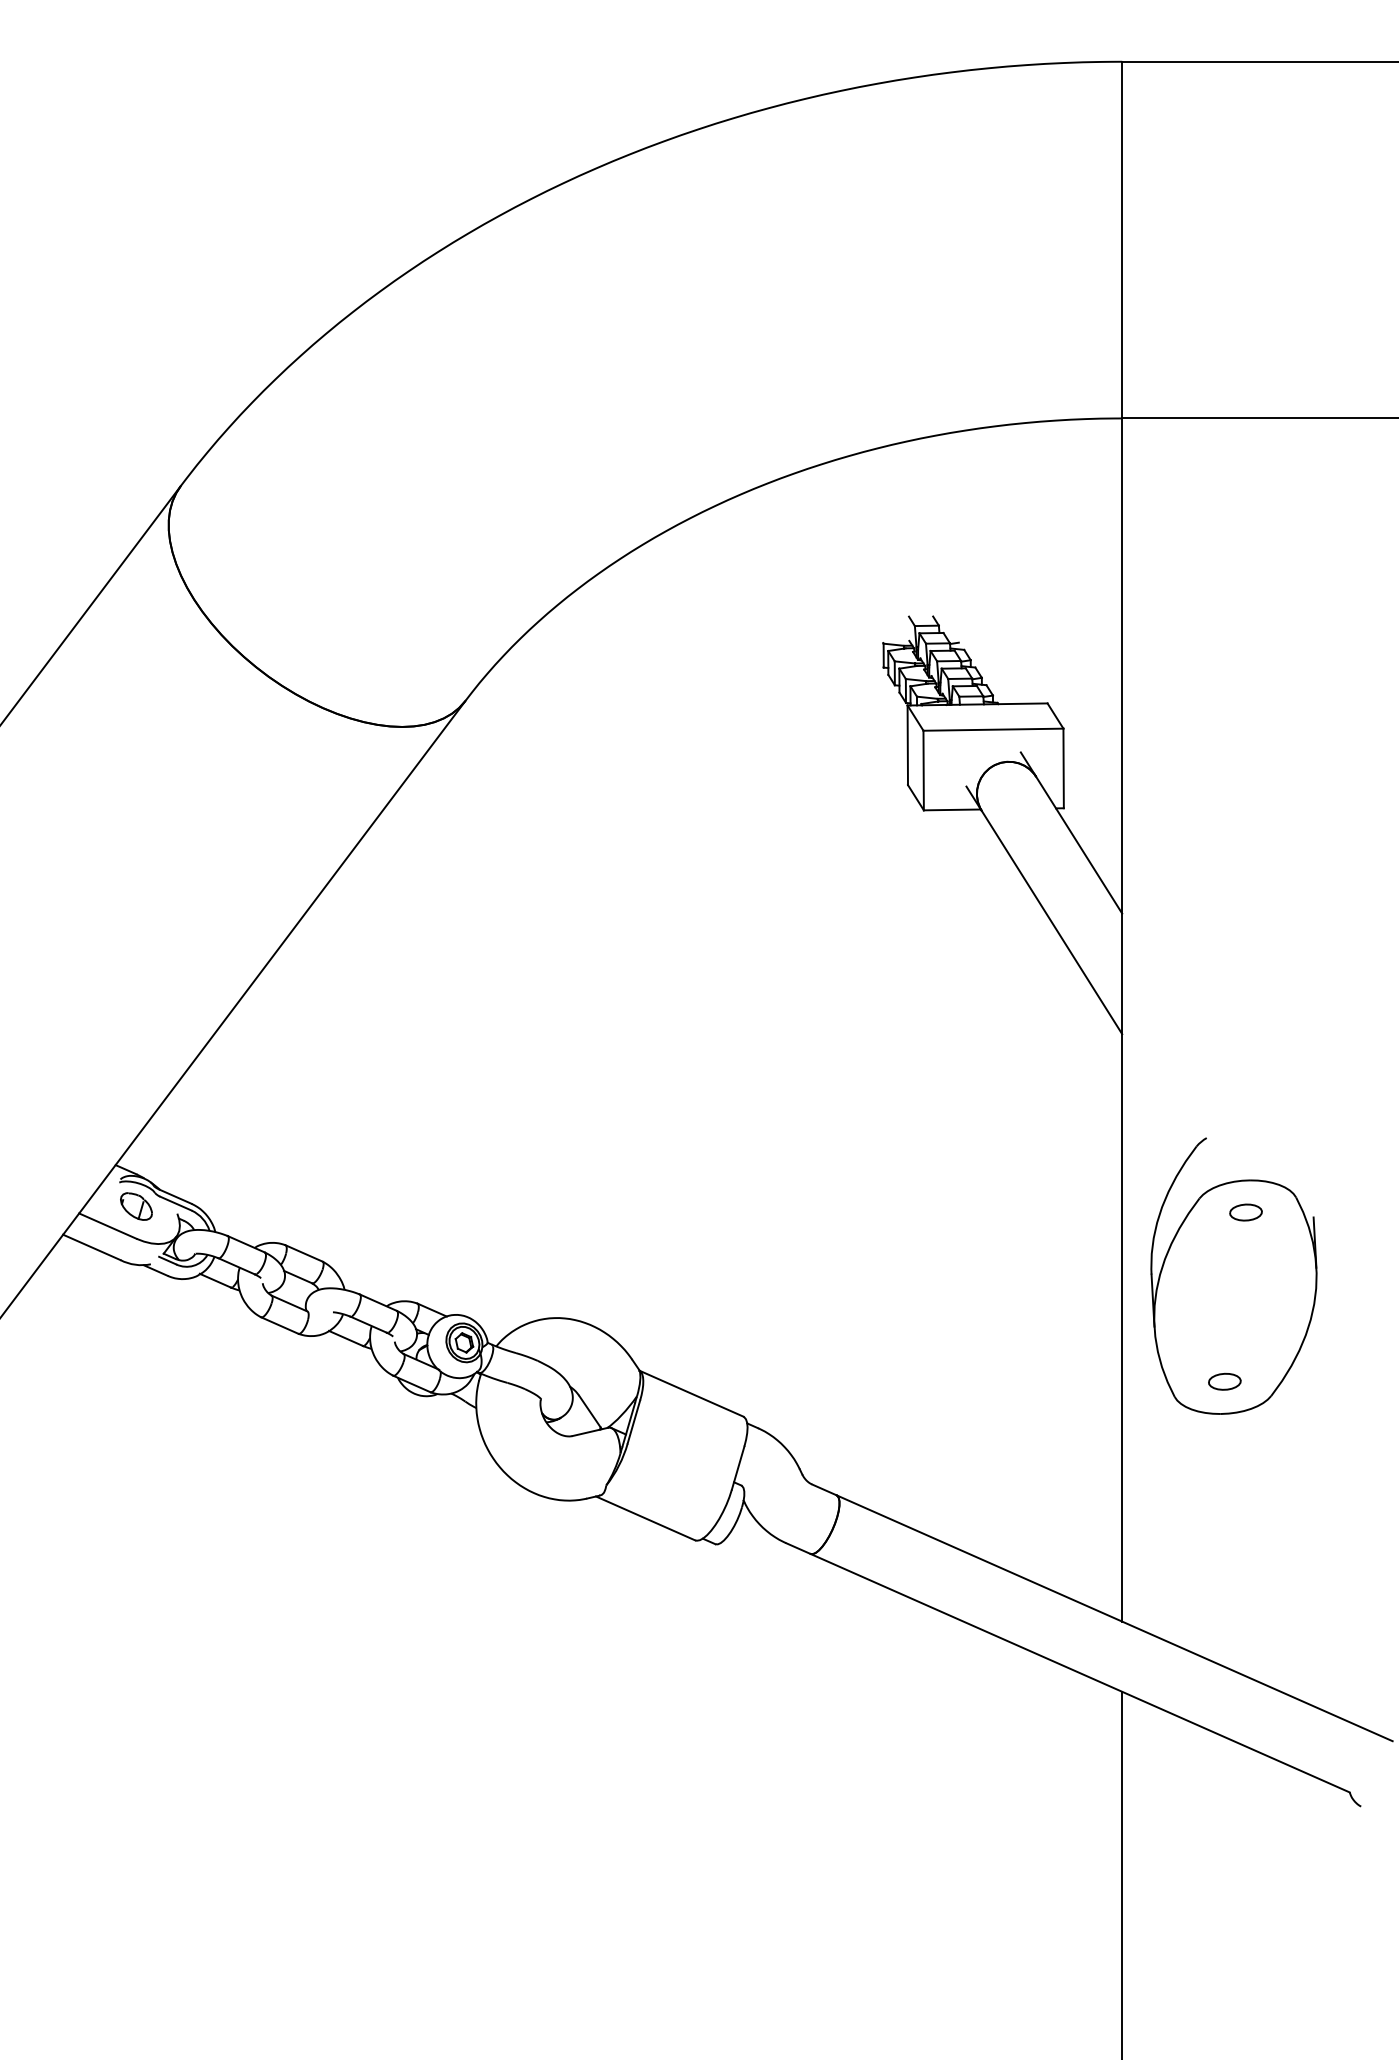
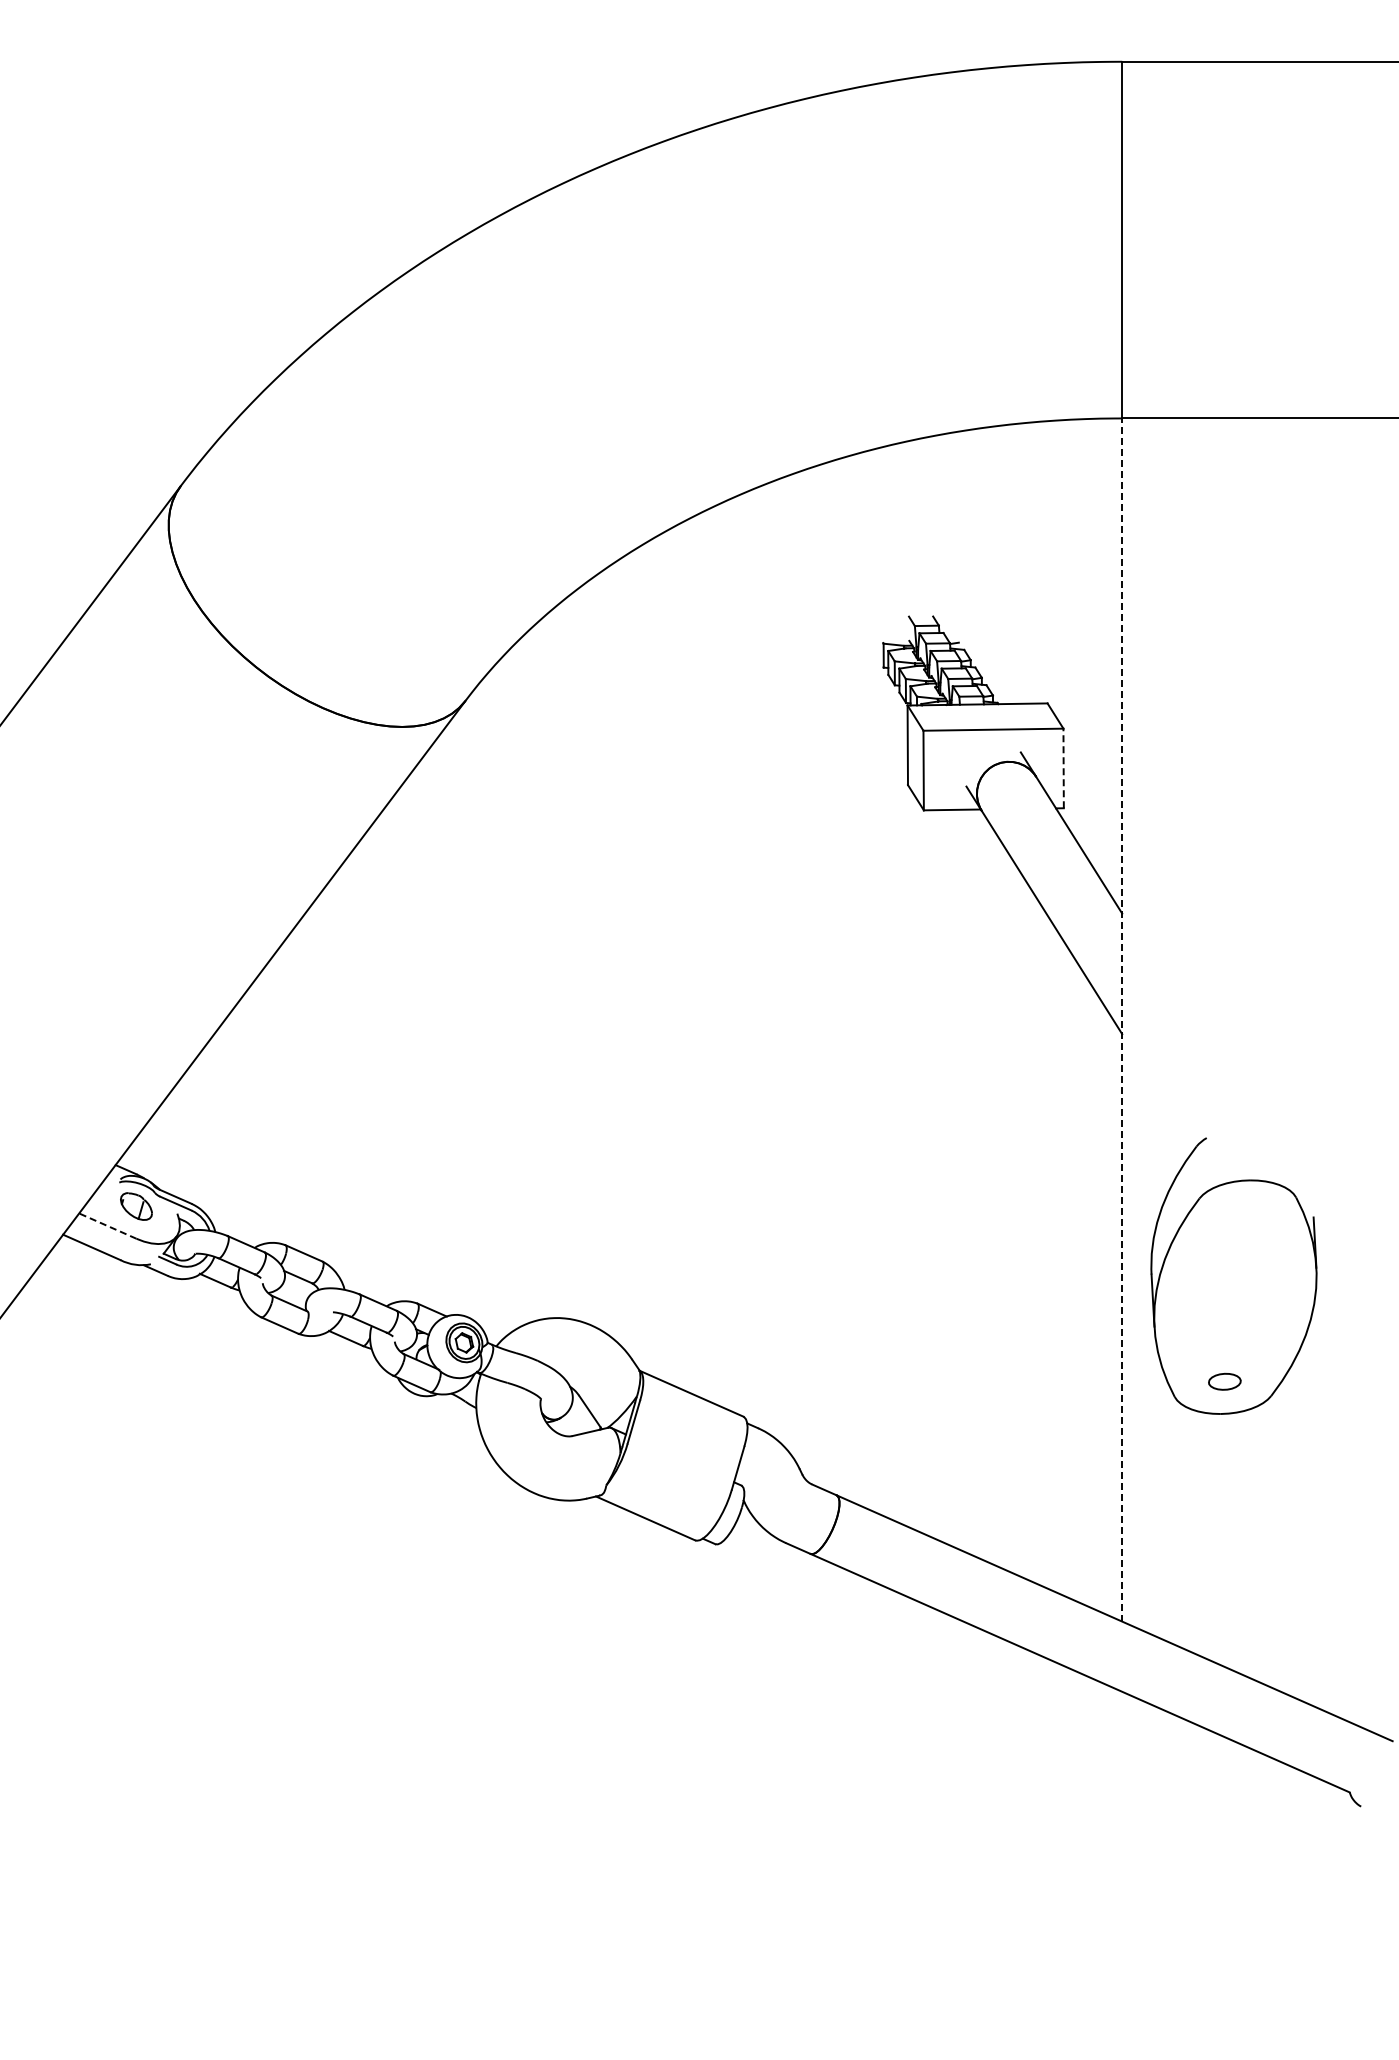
line at (1063, 768): solid -> dashed
line at (1122, 1020): solid -> dashed
part at (1245, 1212): present -> none
line at (107, 1225): solid -> dashed
line at (1122, 1873): present -> none
